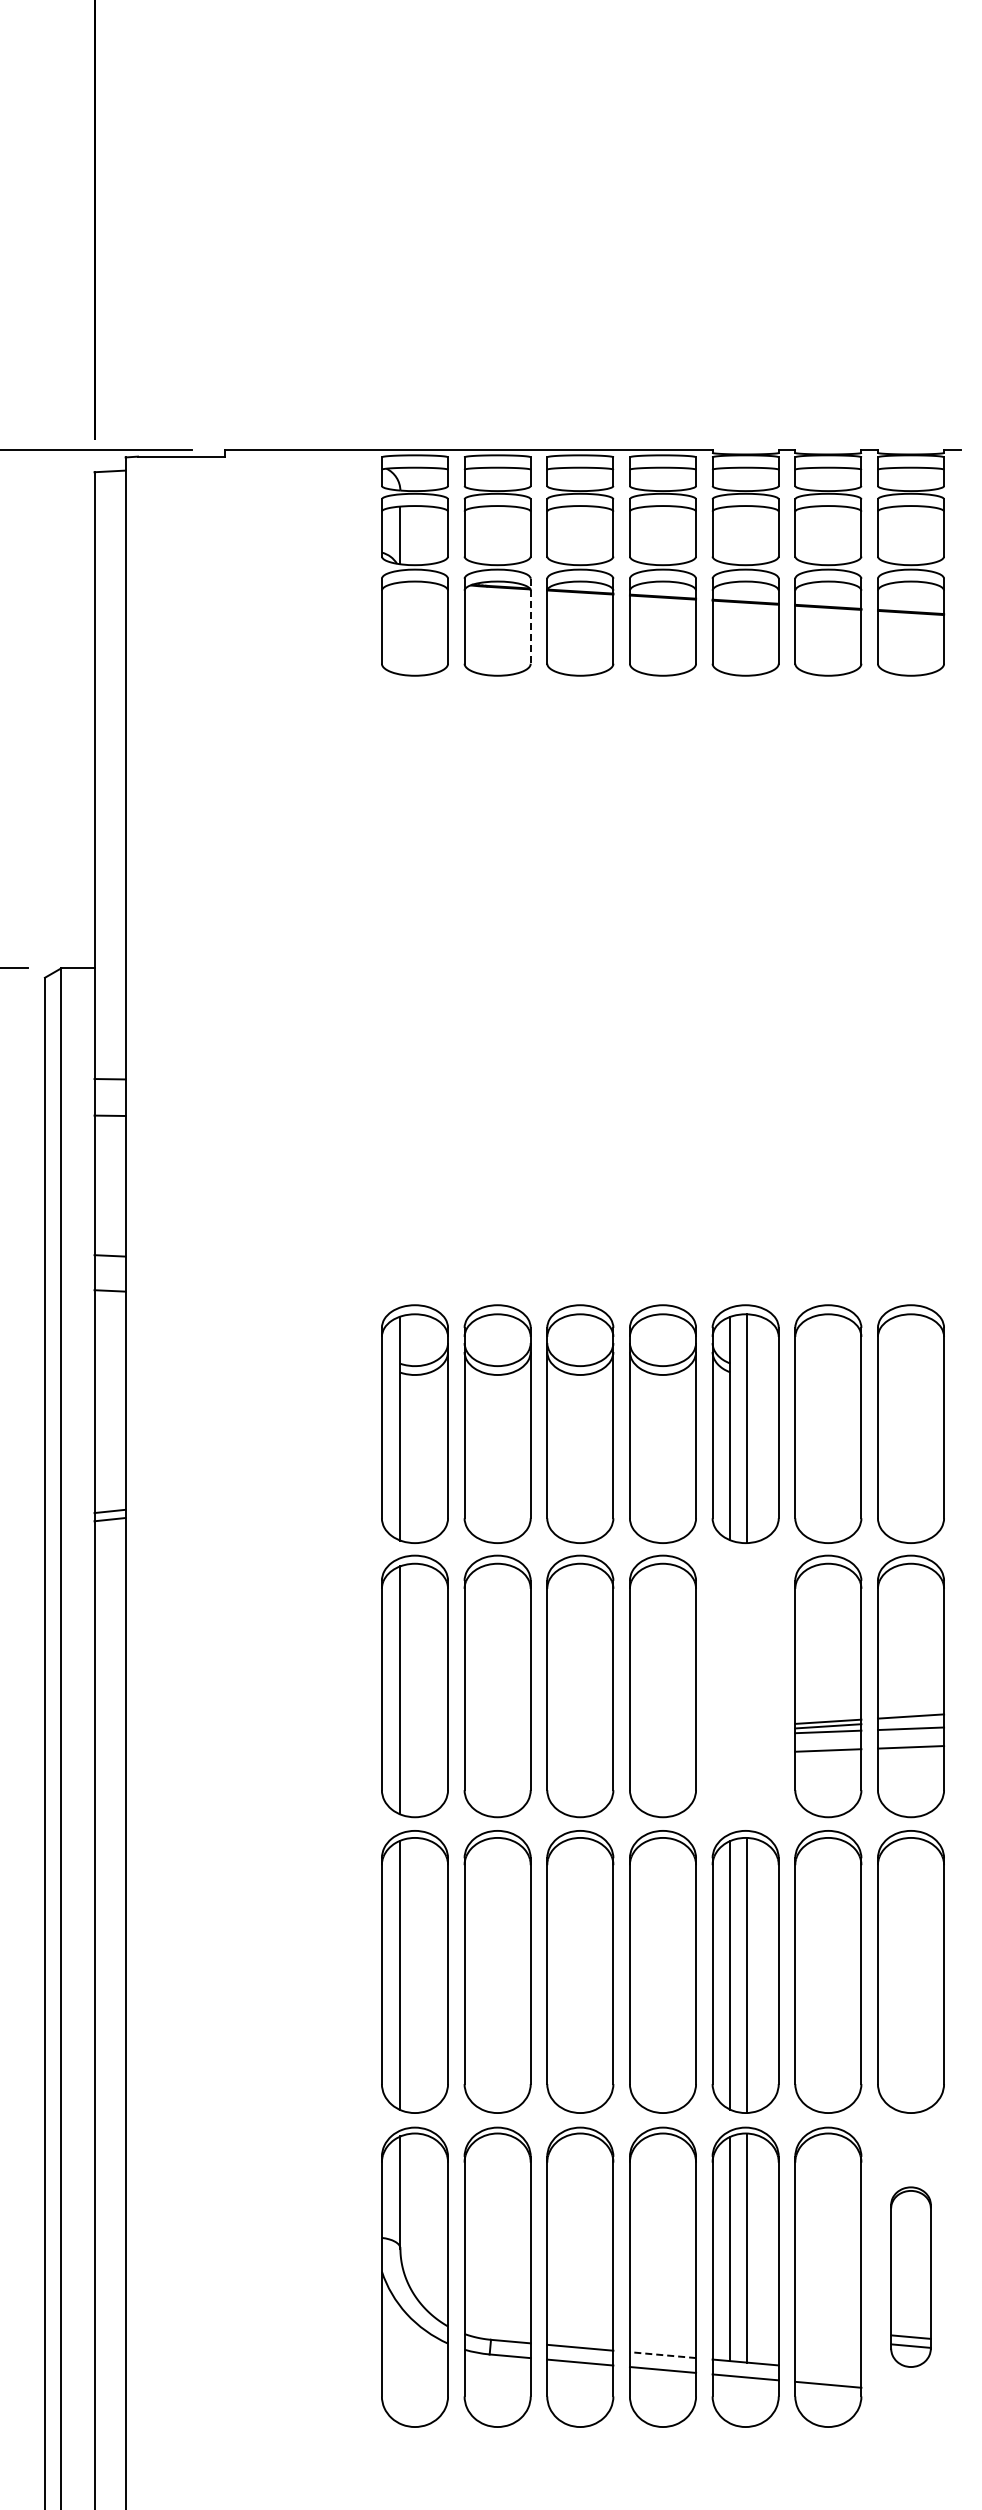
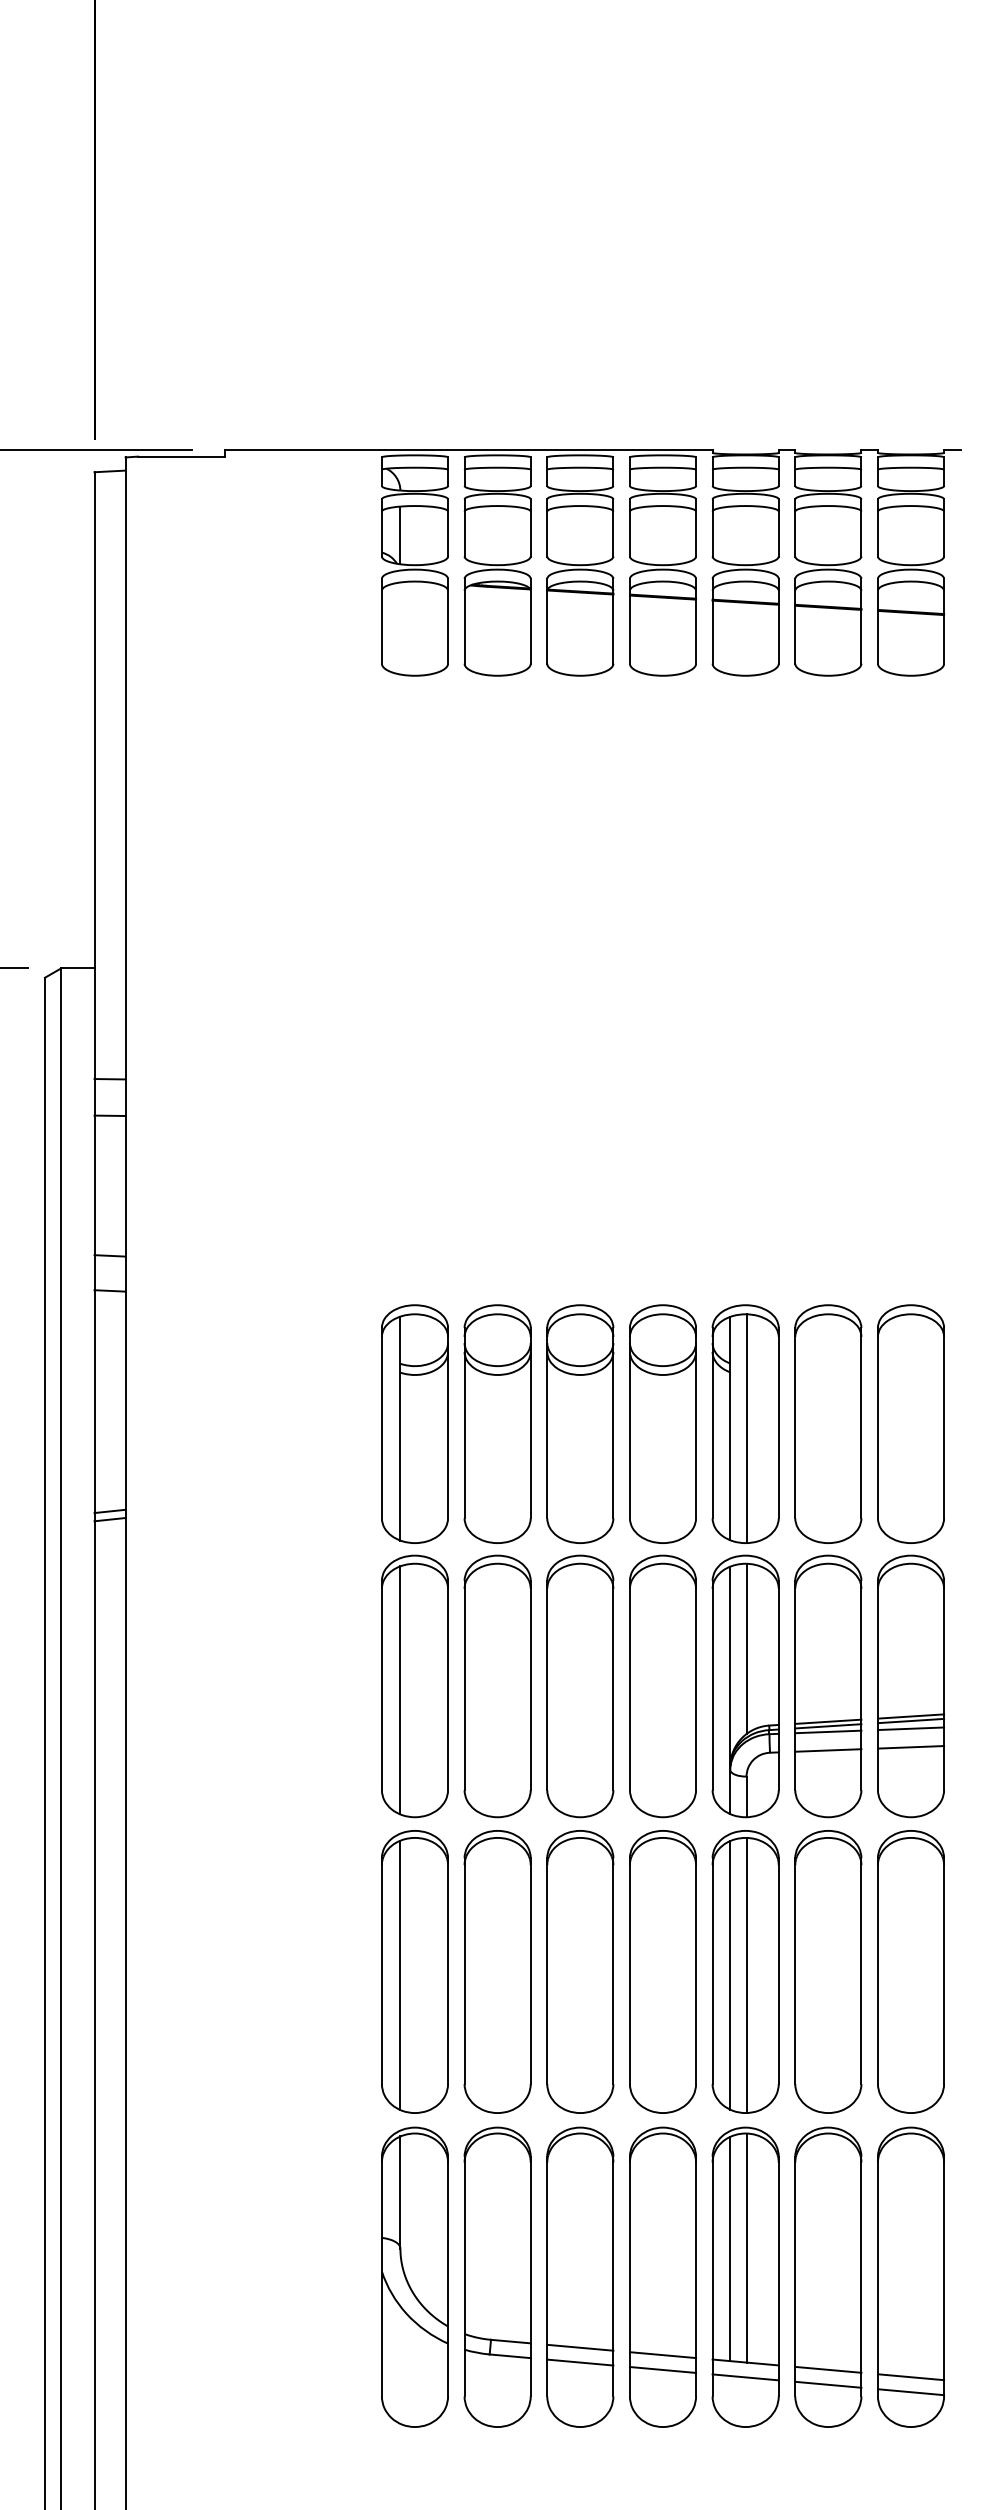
line at (530, 621): dashed -> solid
part at (745, 1686): none -> present
line at (910, 1720): none -> present
part at (910, 2276) size: 42x182 px -> 68x302 px
line at (662, 2355): dashed -> solid
line at (828, 2369): none -> present
